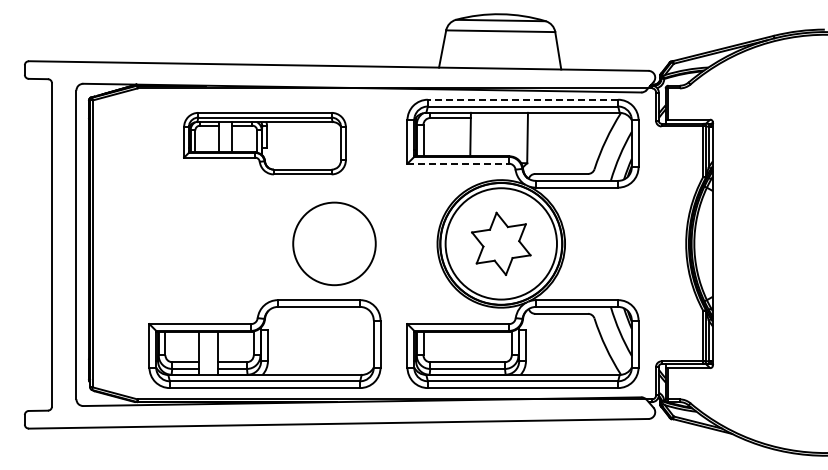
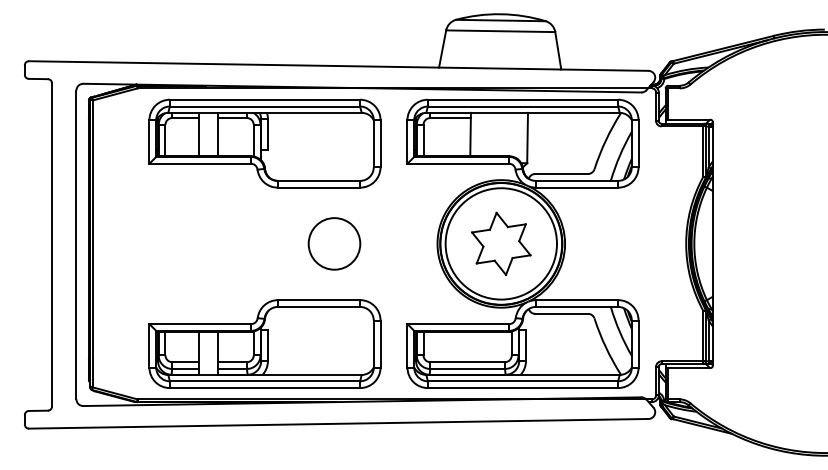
line at (522, 99): dashed -> solid
part at (264, 143) size: 164x64 px -> 234x91 px
line at (458, 163): dashed -> solid
circle at (334, 243) diameter: 83 px -> 52 px
